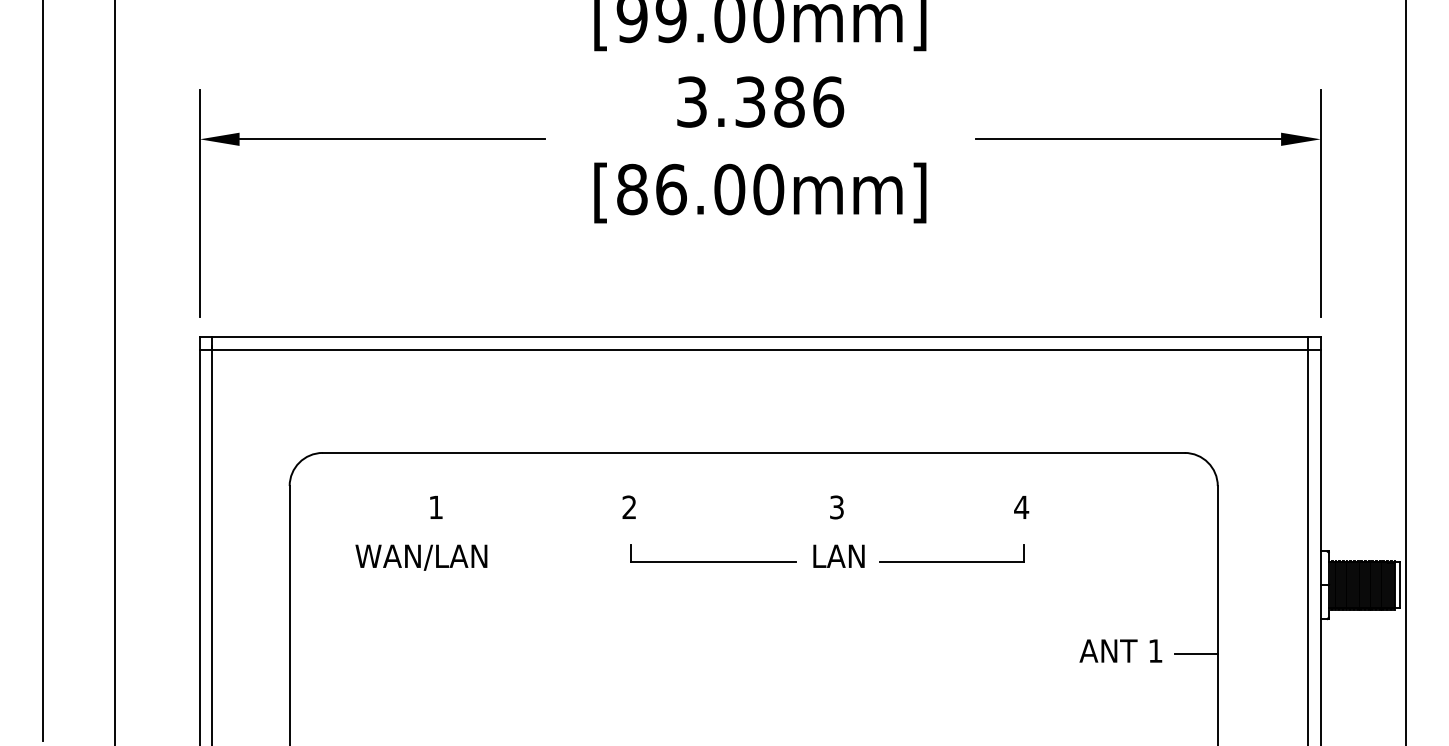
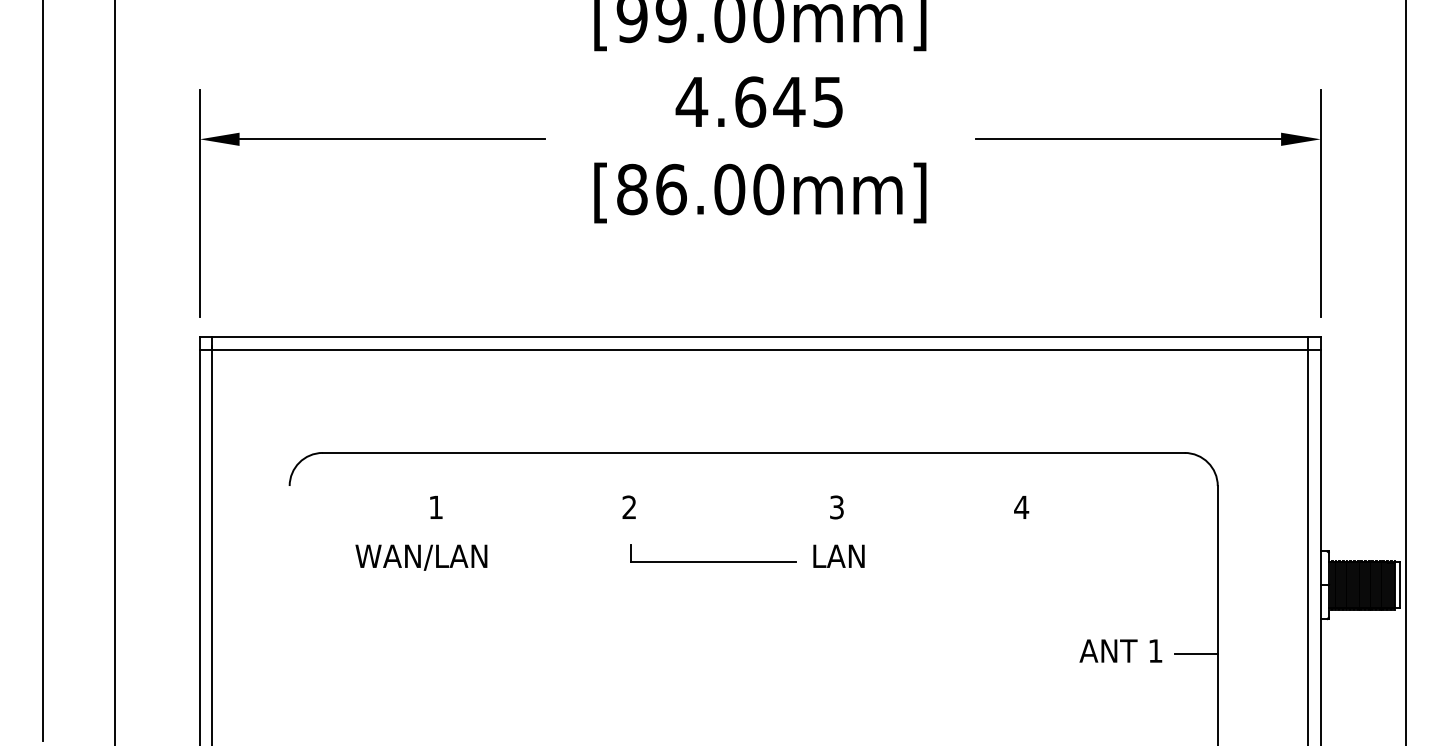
text at (759, 101): 3.386 -> 4.645
part at (951, 561): present -> none
line at (289, 614): present -> none
